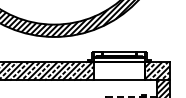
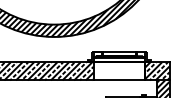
line at (131, 96): dashed -> solid
